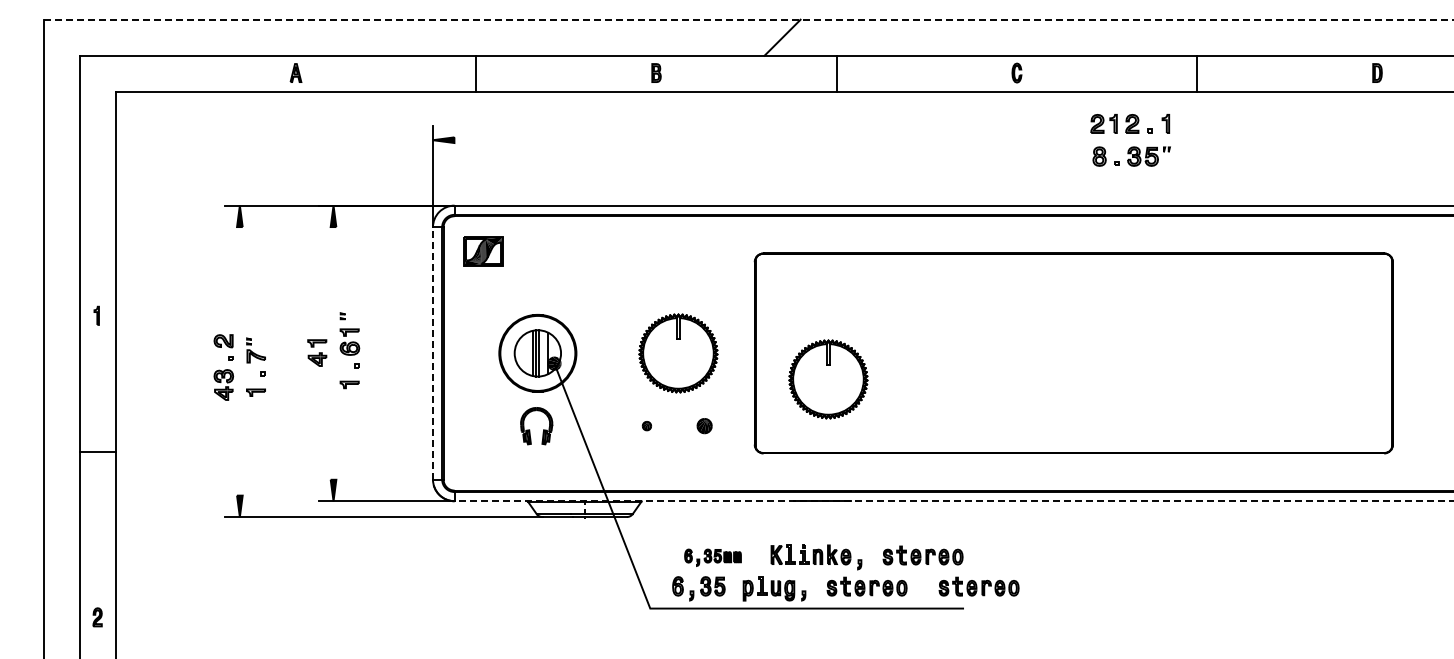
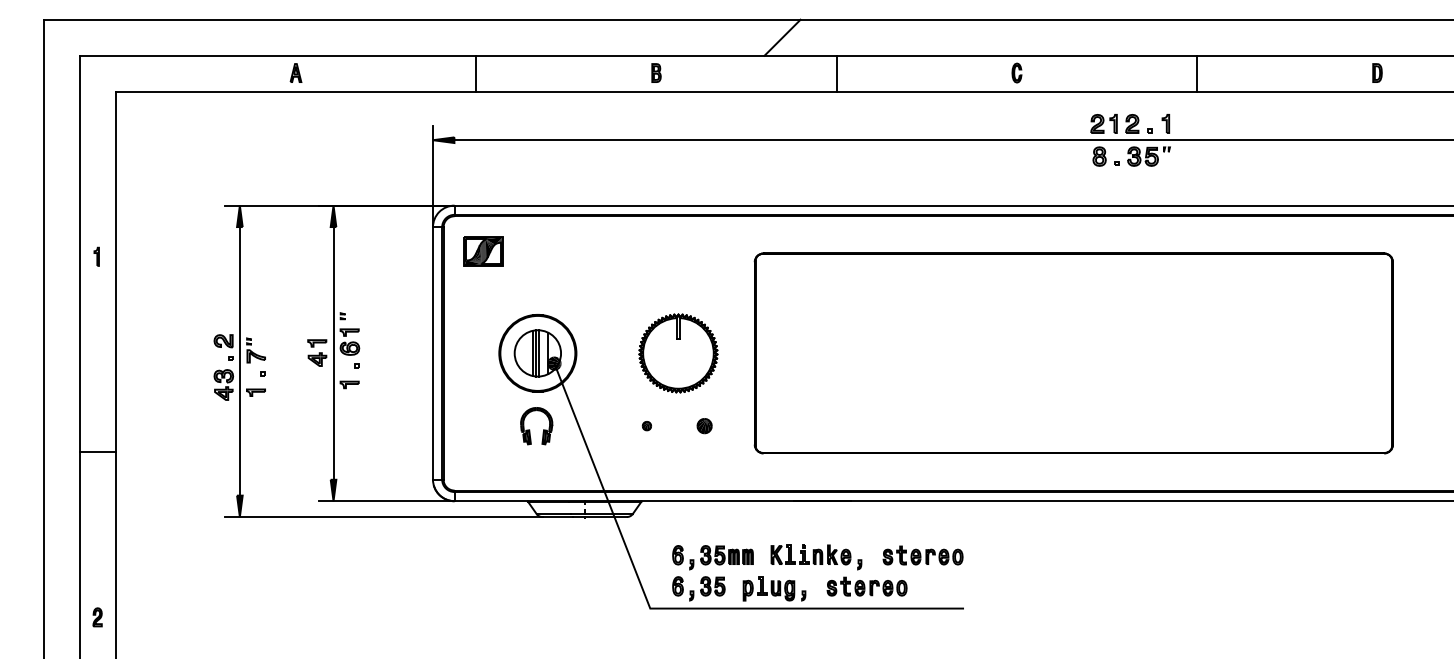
line at (748, 19): dashed -> solid
line at (952, 140): none -> present
part at (96, 315) position: (96, 315) -> (96, 256)
line at (432, 352): dashed -> solid
line at (333, 353): none -> present
line at (239, 361): none -> present
part at (828, 379): present -> none
line at (953, 501): dashed -> solid
part at (712, 557) size: 58x19 px -> 82x26 px
part at (978, 586): present -> none
